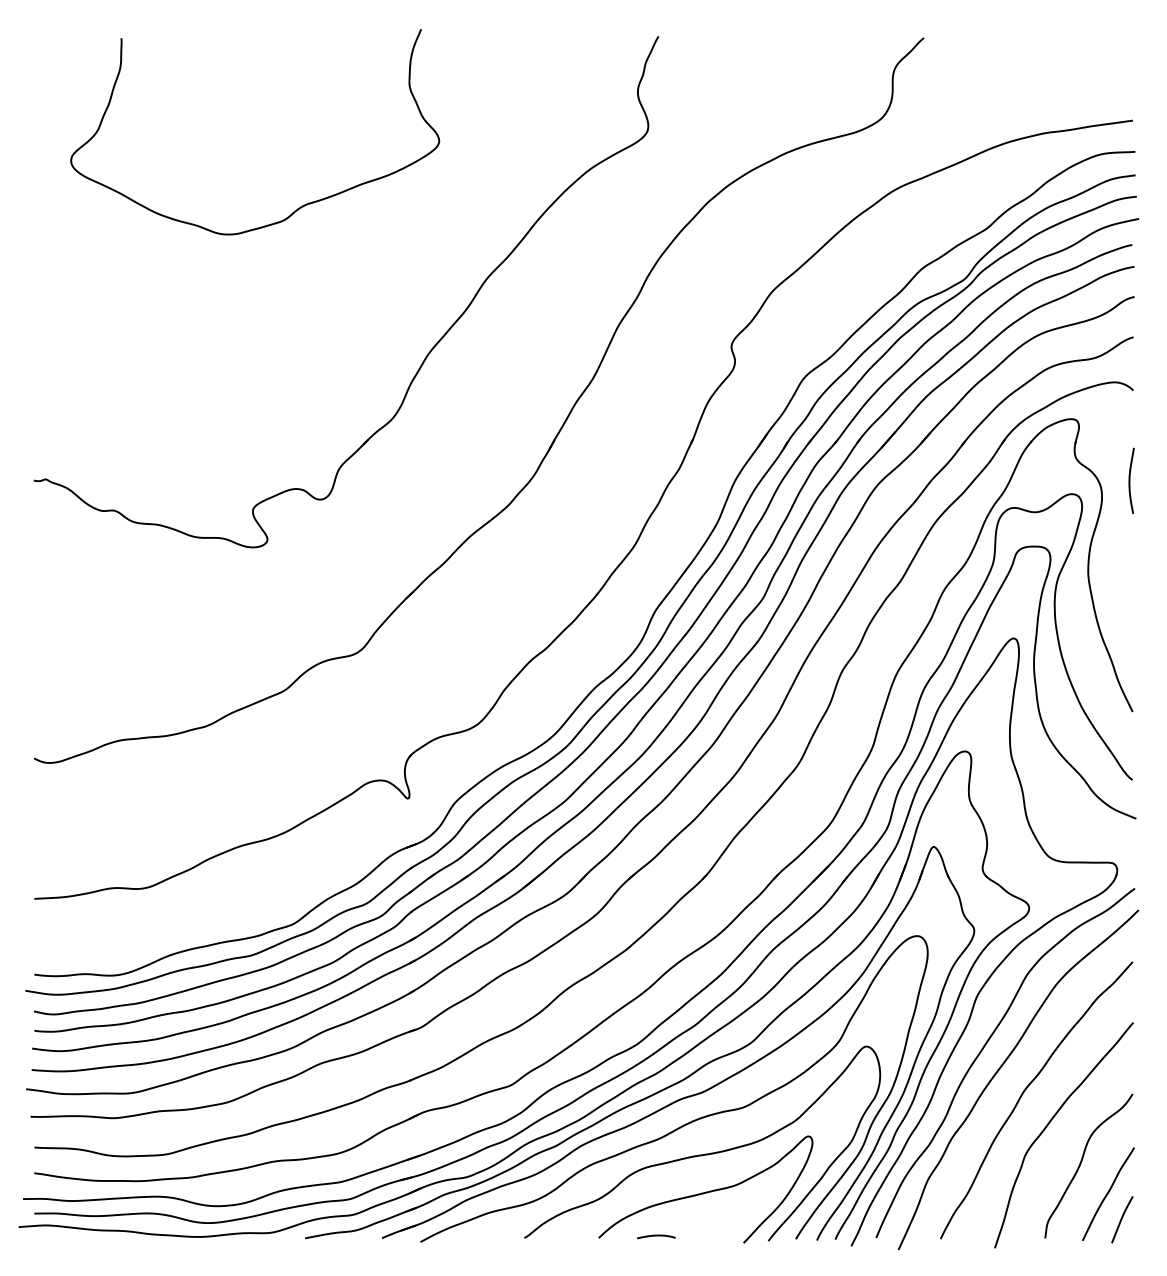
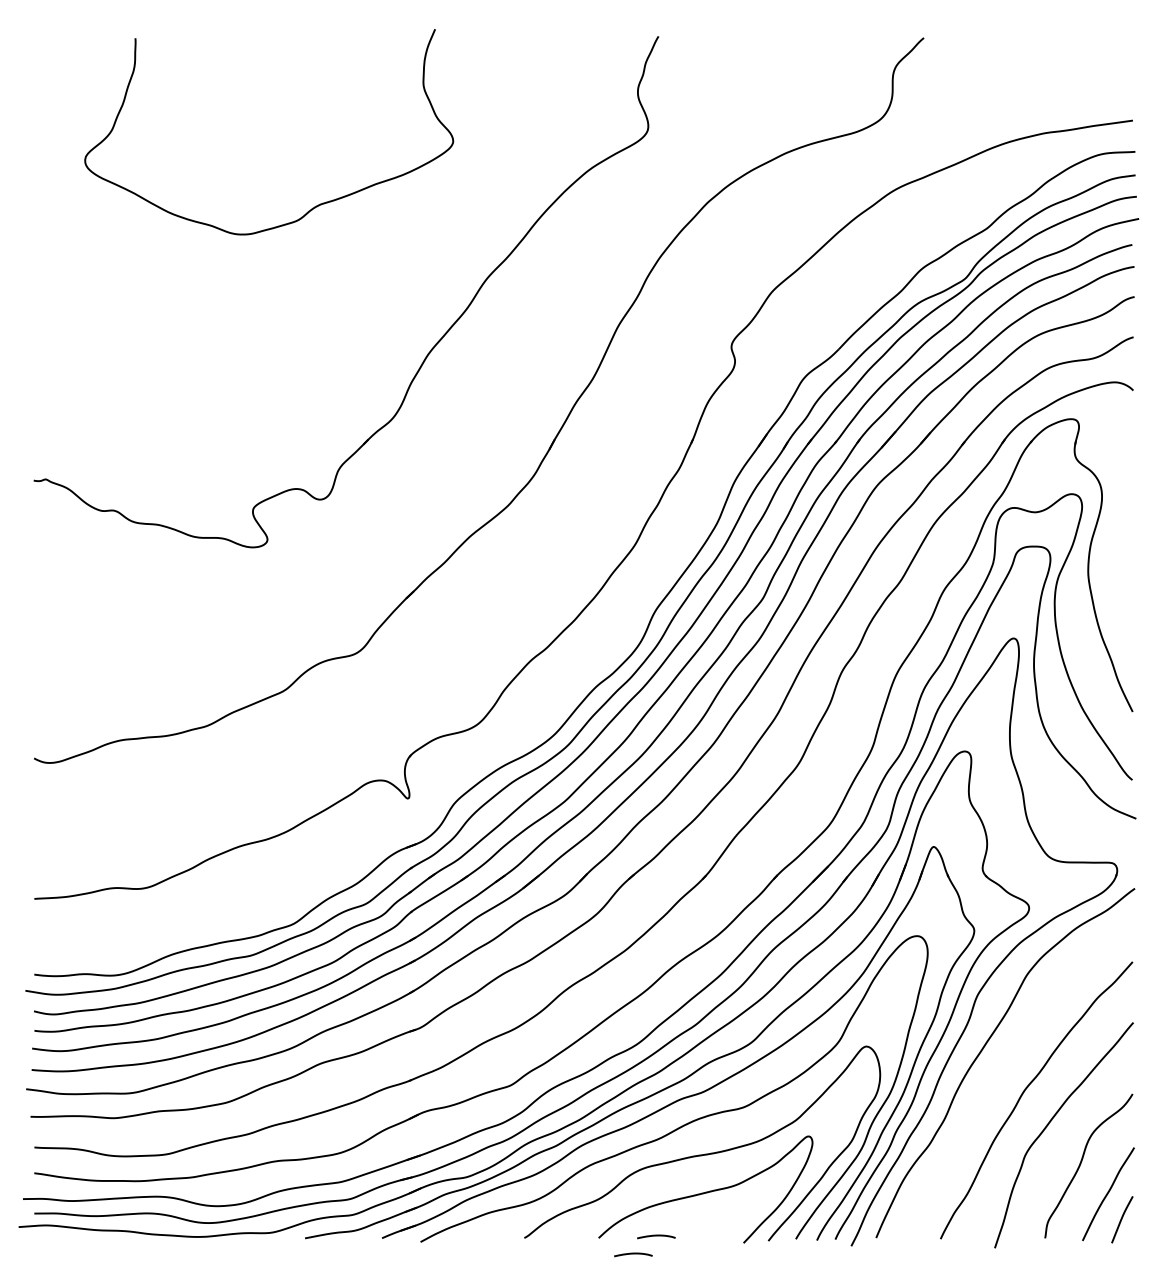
curve at (298, 207) position: (298, 207) -> (312, 207)
curve at (1130, 480): present -> none
part at (1003, 1065): present -> none
curve at (633, 1254): none -> present
